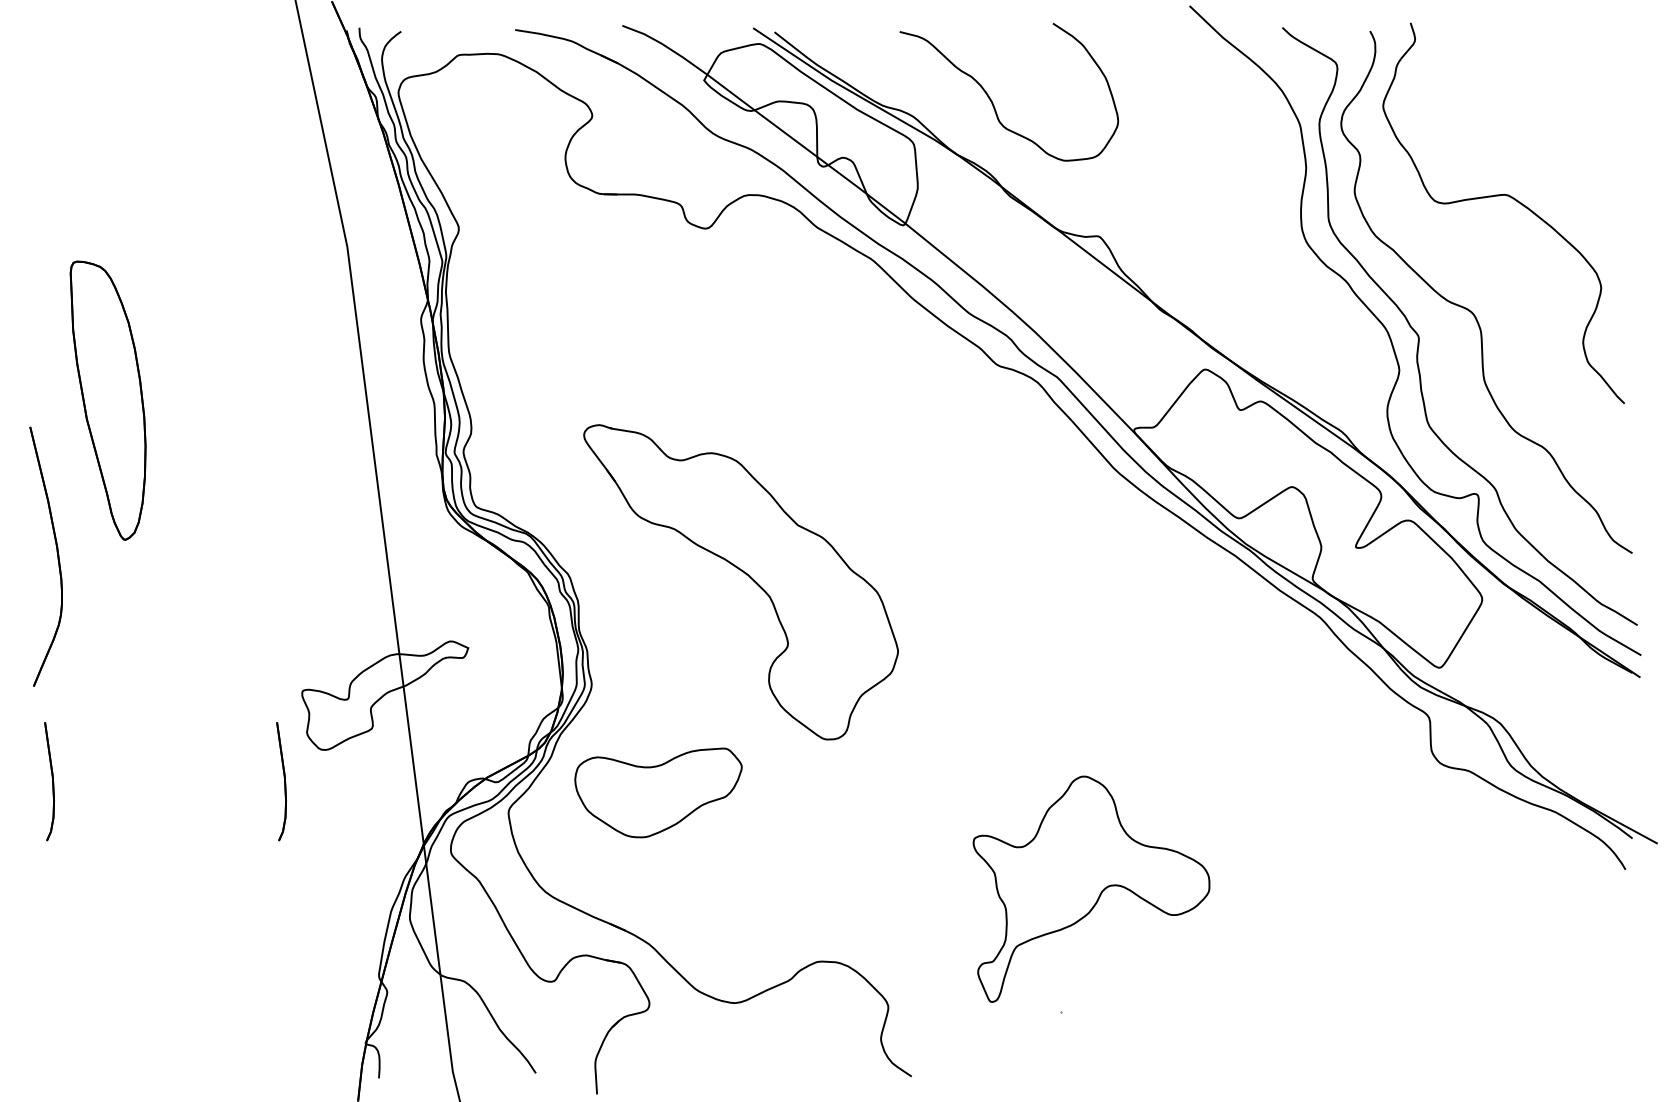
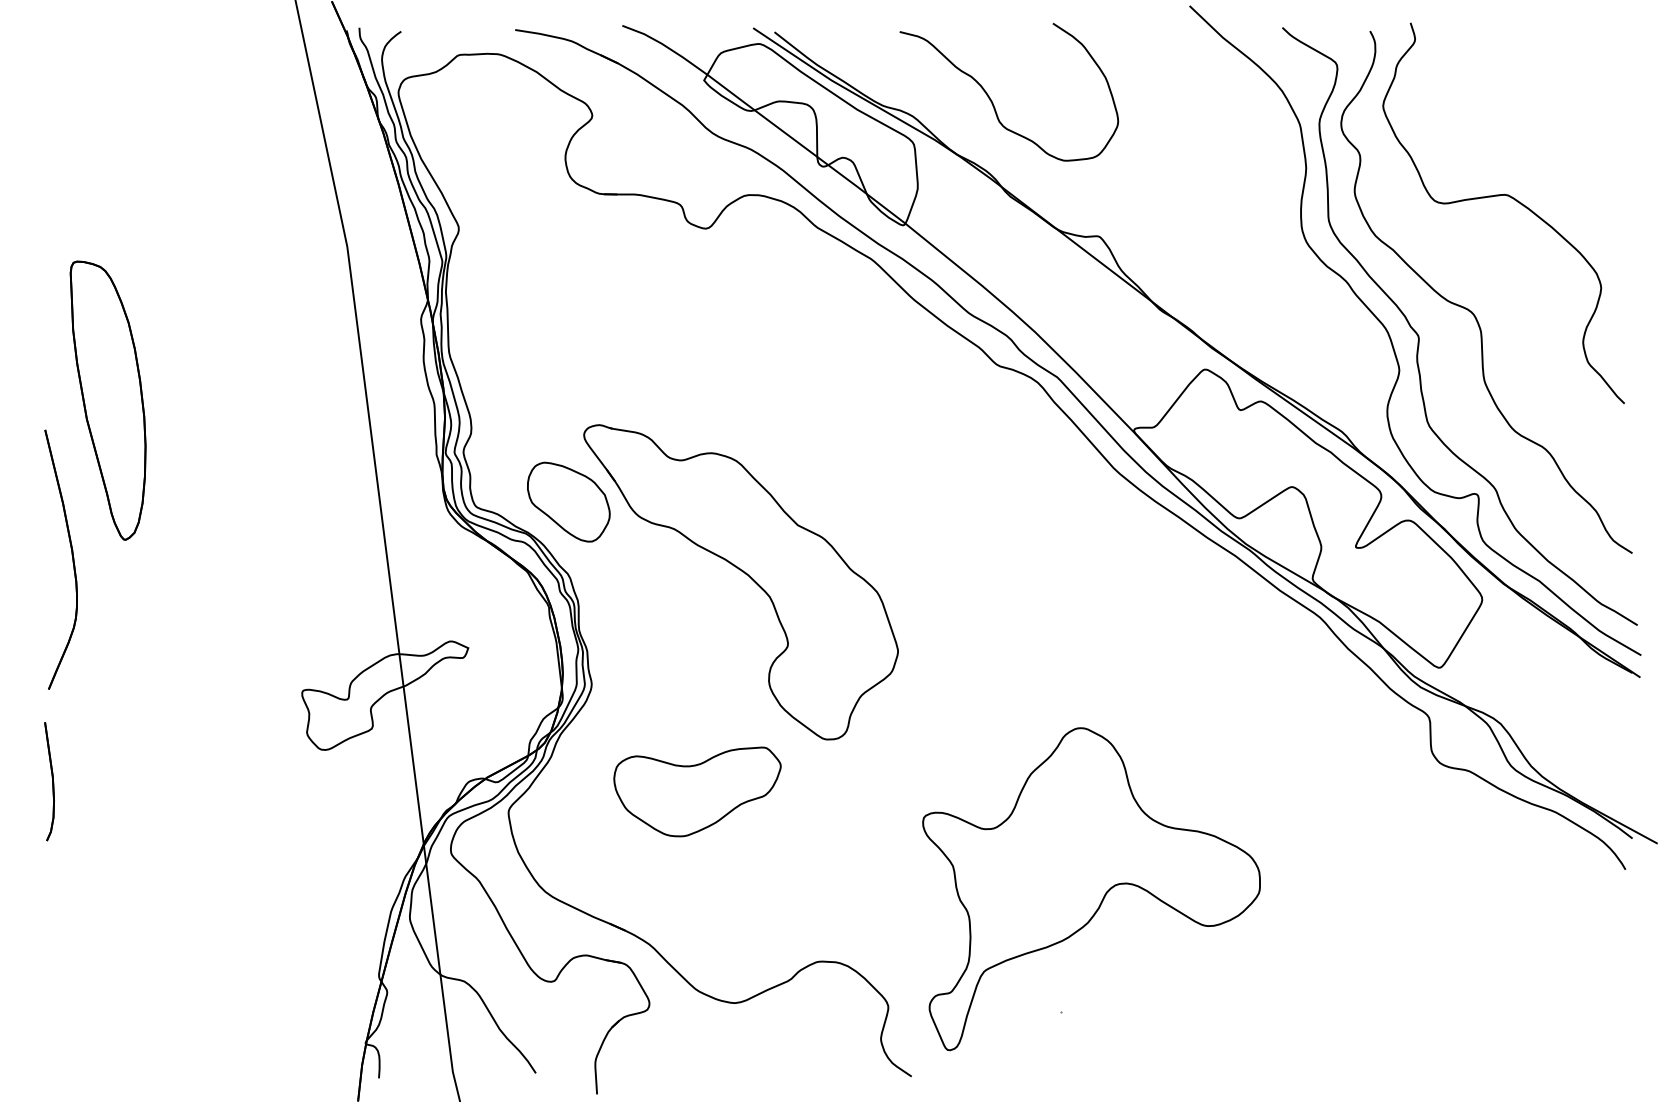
part at (568, 501): none -> present
part at (56, 552) position: (56, 552) -> (71, 555)
part at (281, 781): present -> none
part at (658, 792) position: (658, 792) -> (697, 791)
part at (1091, 888) size: 239x228 px -> 339x325 px
